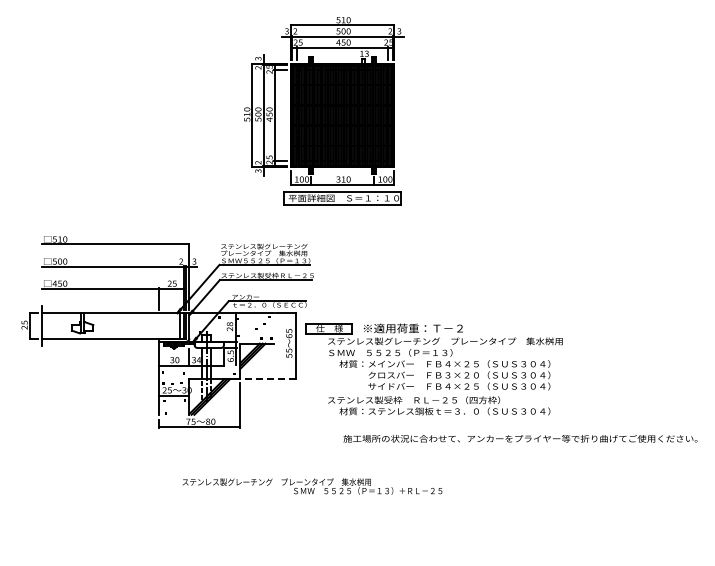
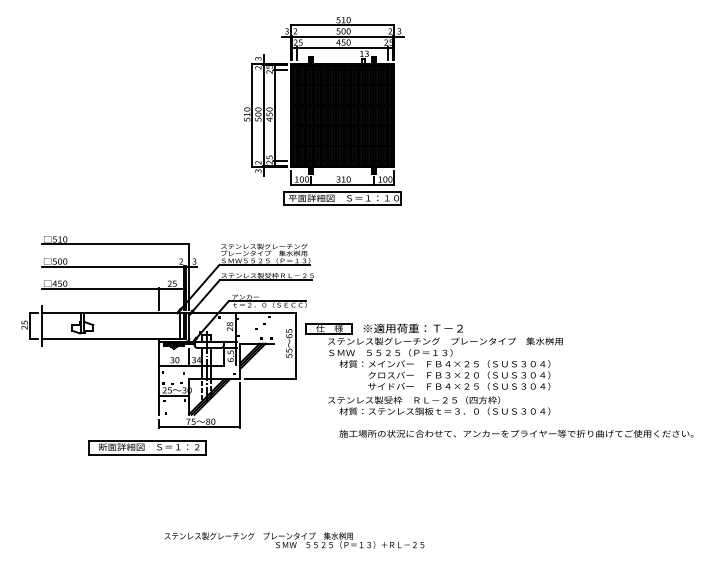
line at (270, 379): dashed -> solid
text at (520, 438) position: (520, 438) -> (516, 433)
part at (147, 447): none -> present
text at (312, 486) position: (312, 486) -> (294, 540)
